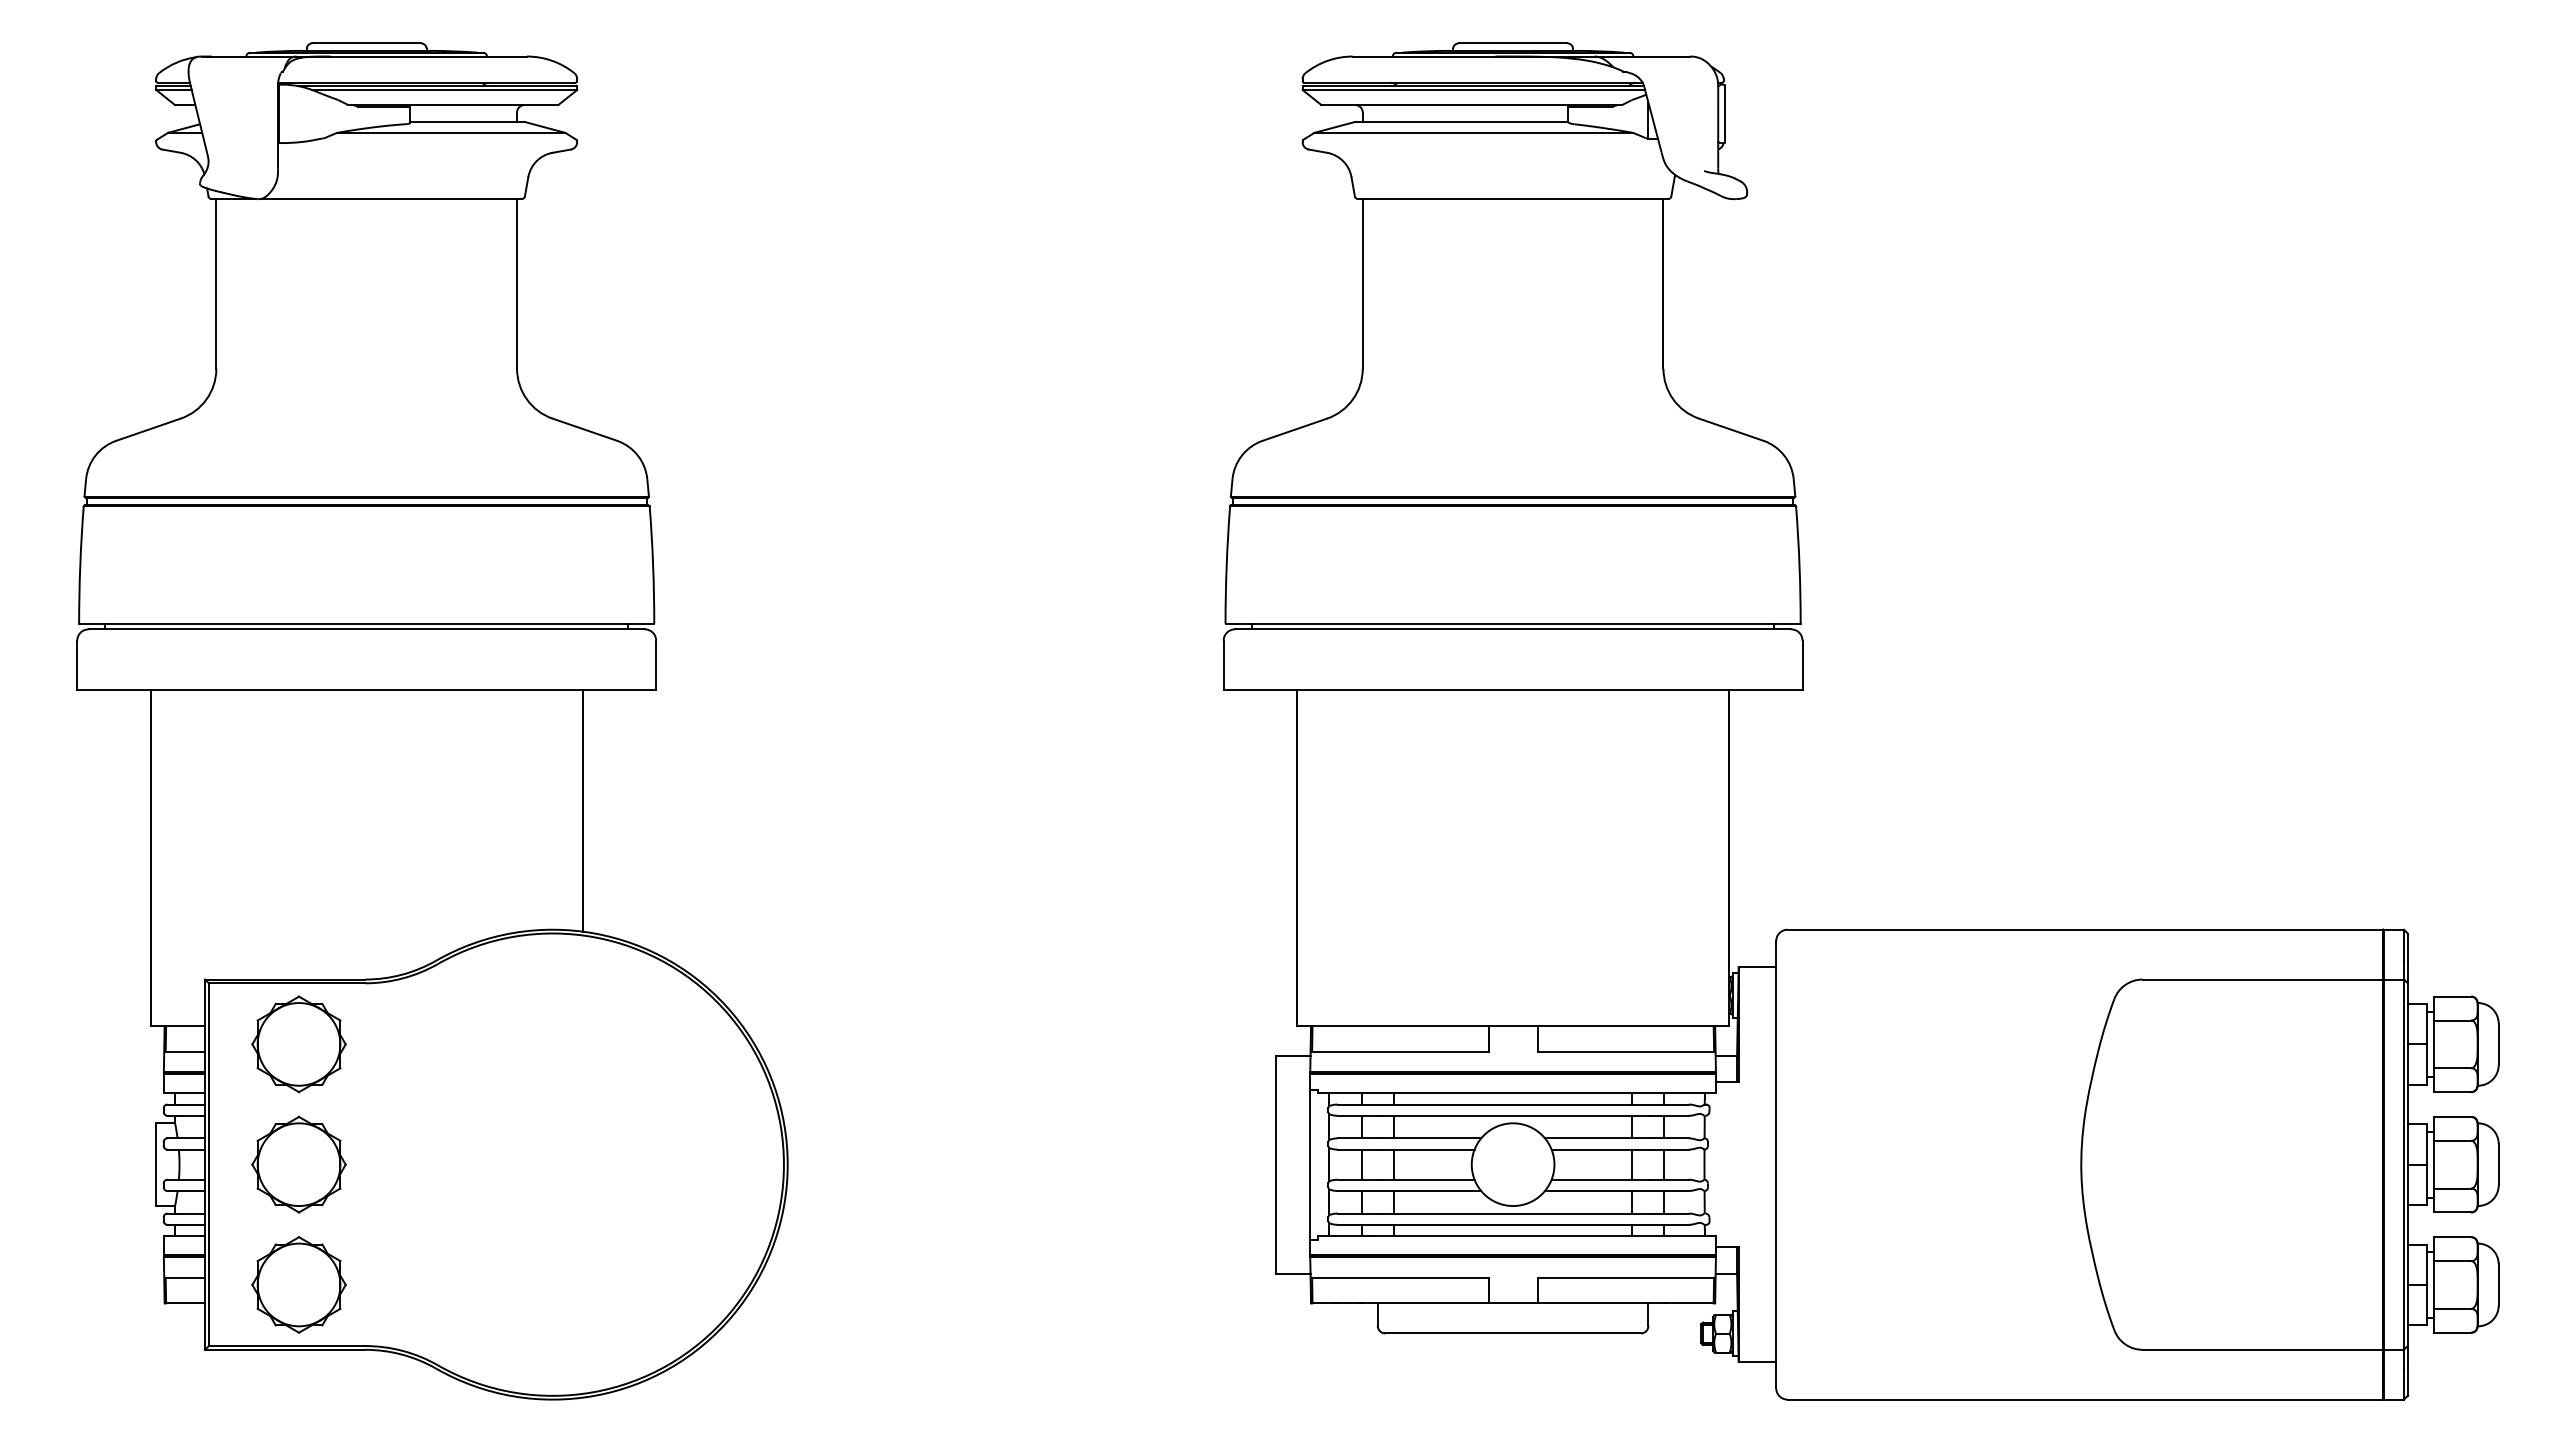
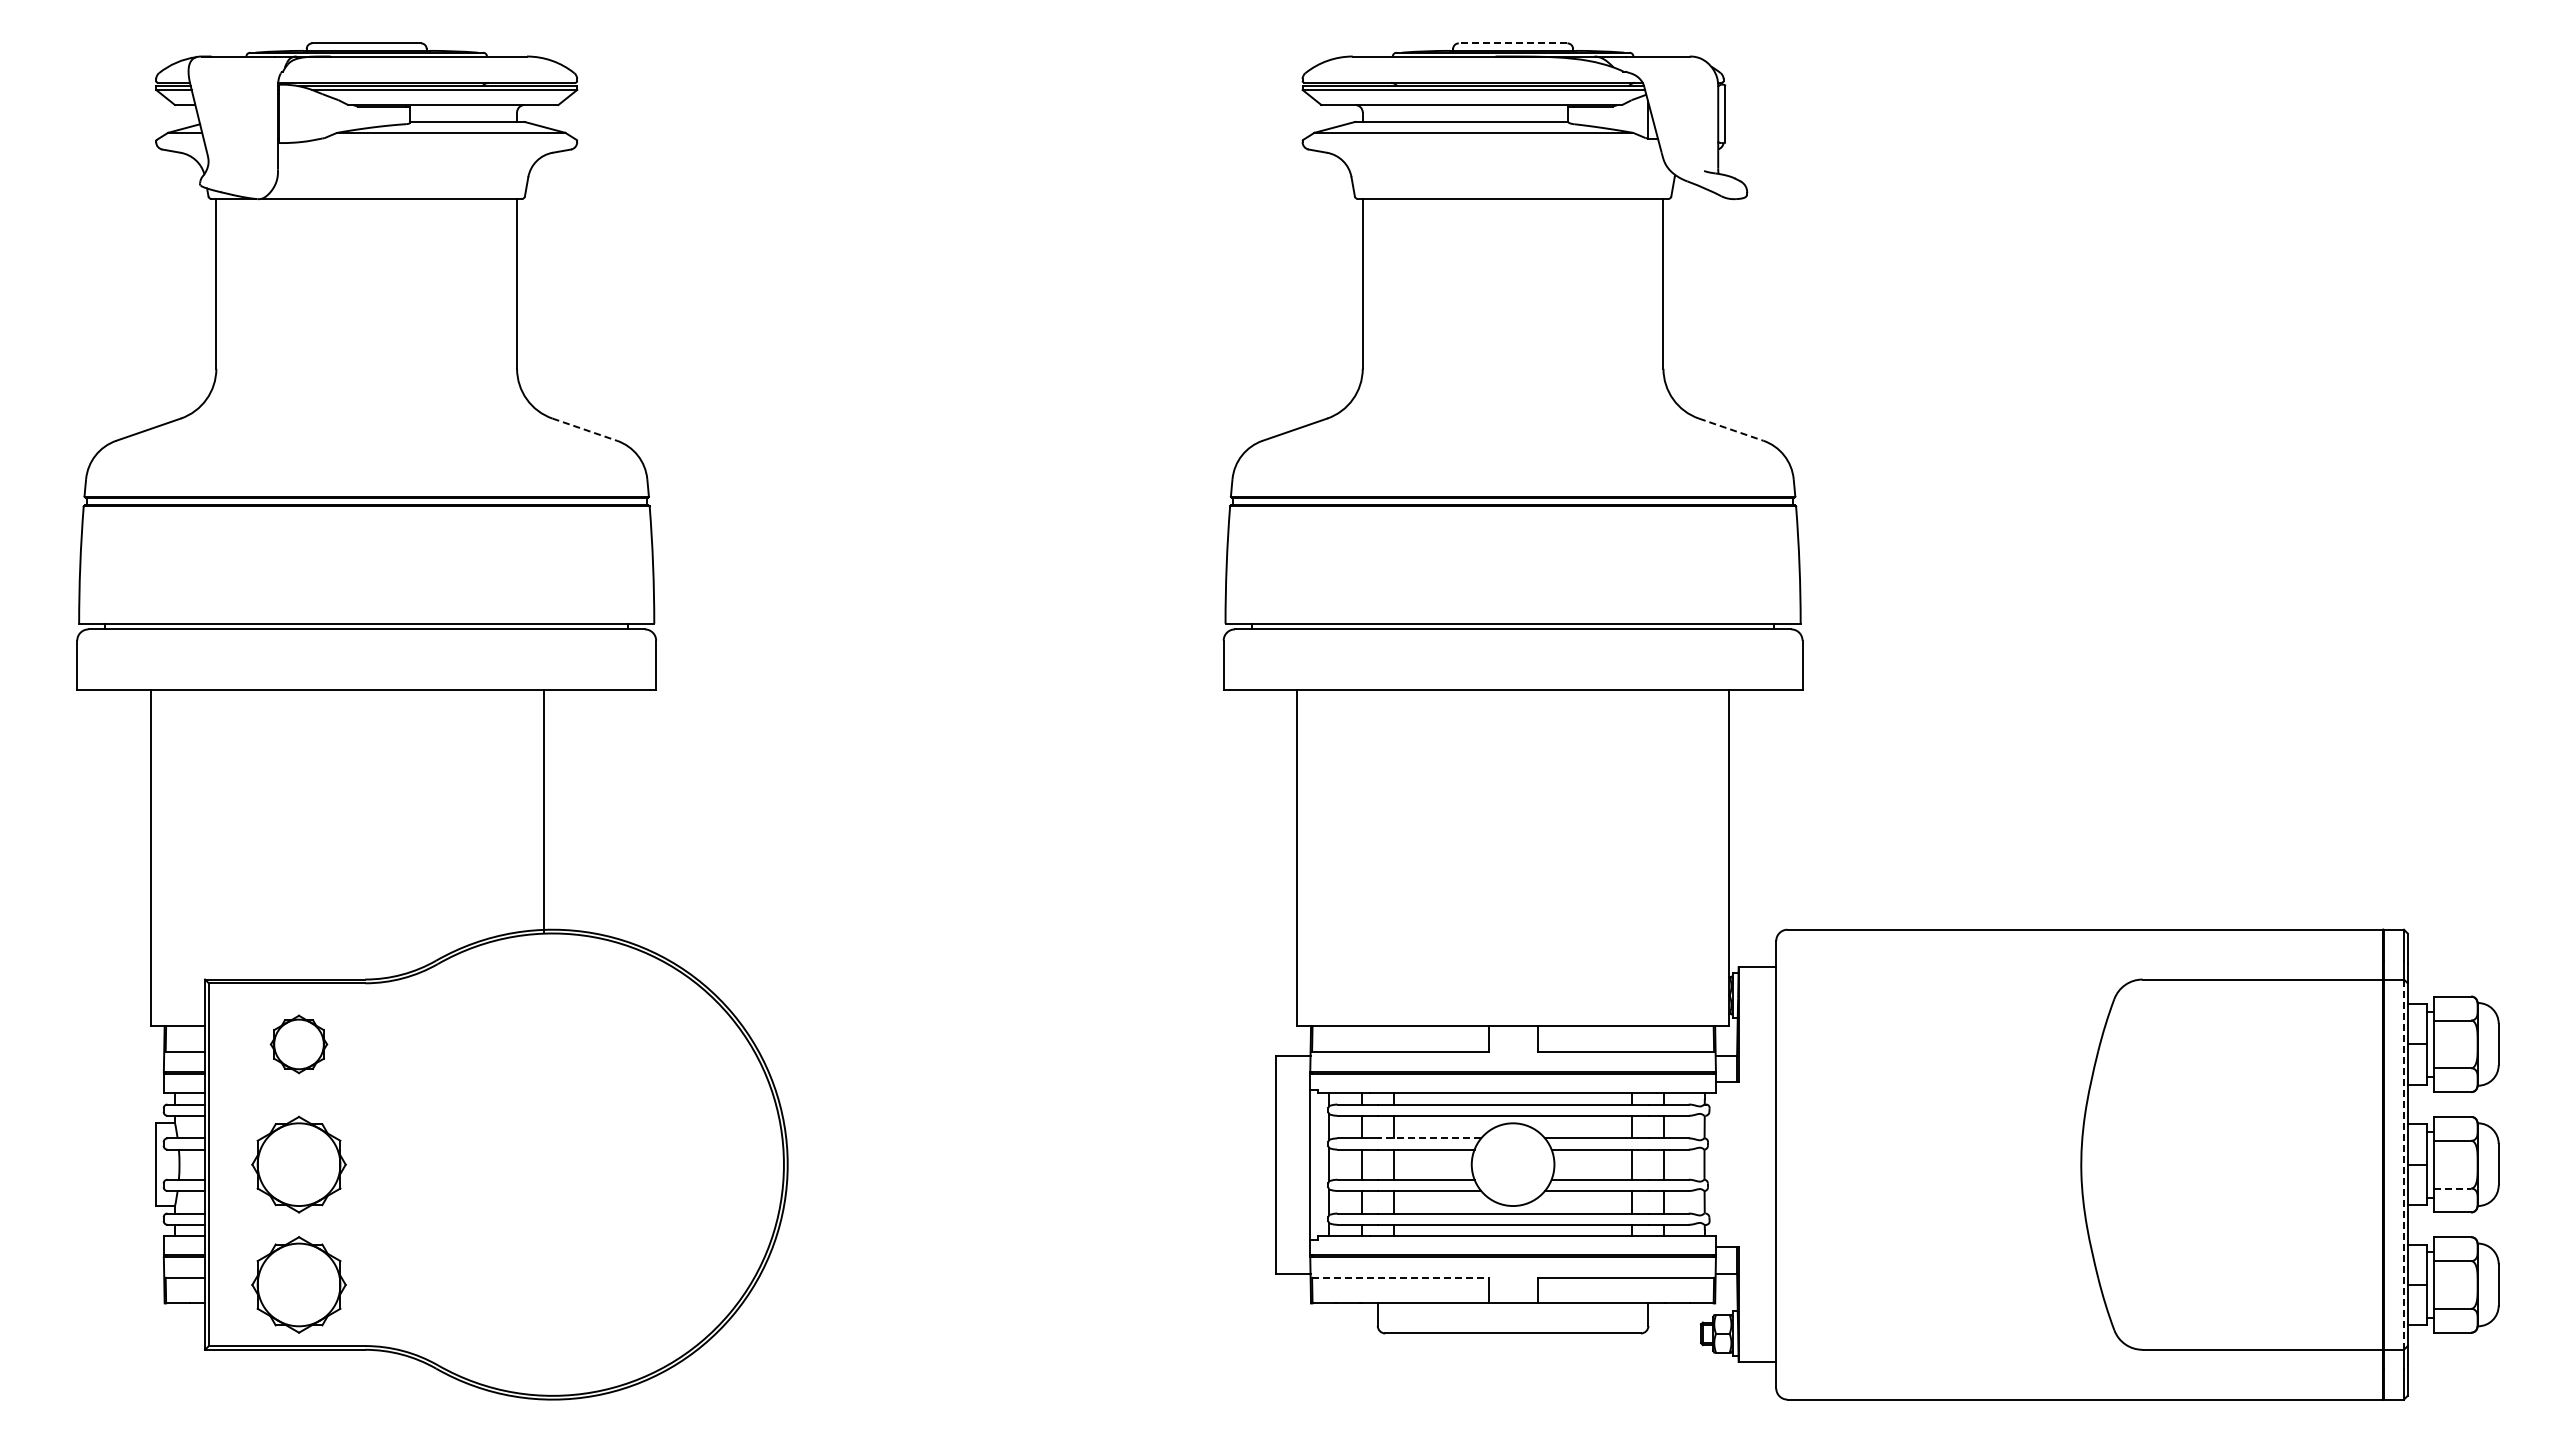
line at (1512, 43): solid -> dashed
line at (585, 429): solid -> dashed
line at (1731, 429): solid -> dashed
line at (582, 810) position: (582, 810) -> (543, 810)
part at (298, 1044) size: 96x99 px -> 60x61 px
line at (1429, 1138): solid -> dashed
line at (2403, 1164): solid -> dashed
line at (2452, 1188): solid -> dashed
line at (1400, 1277): solid -> dashed
